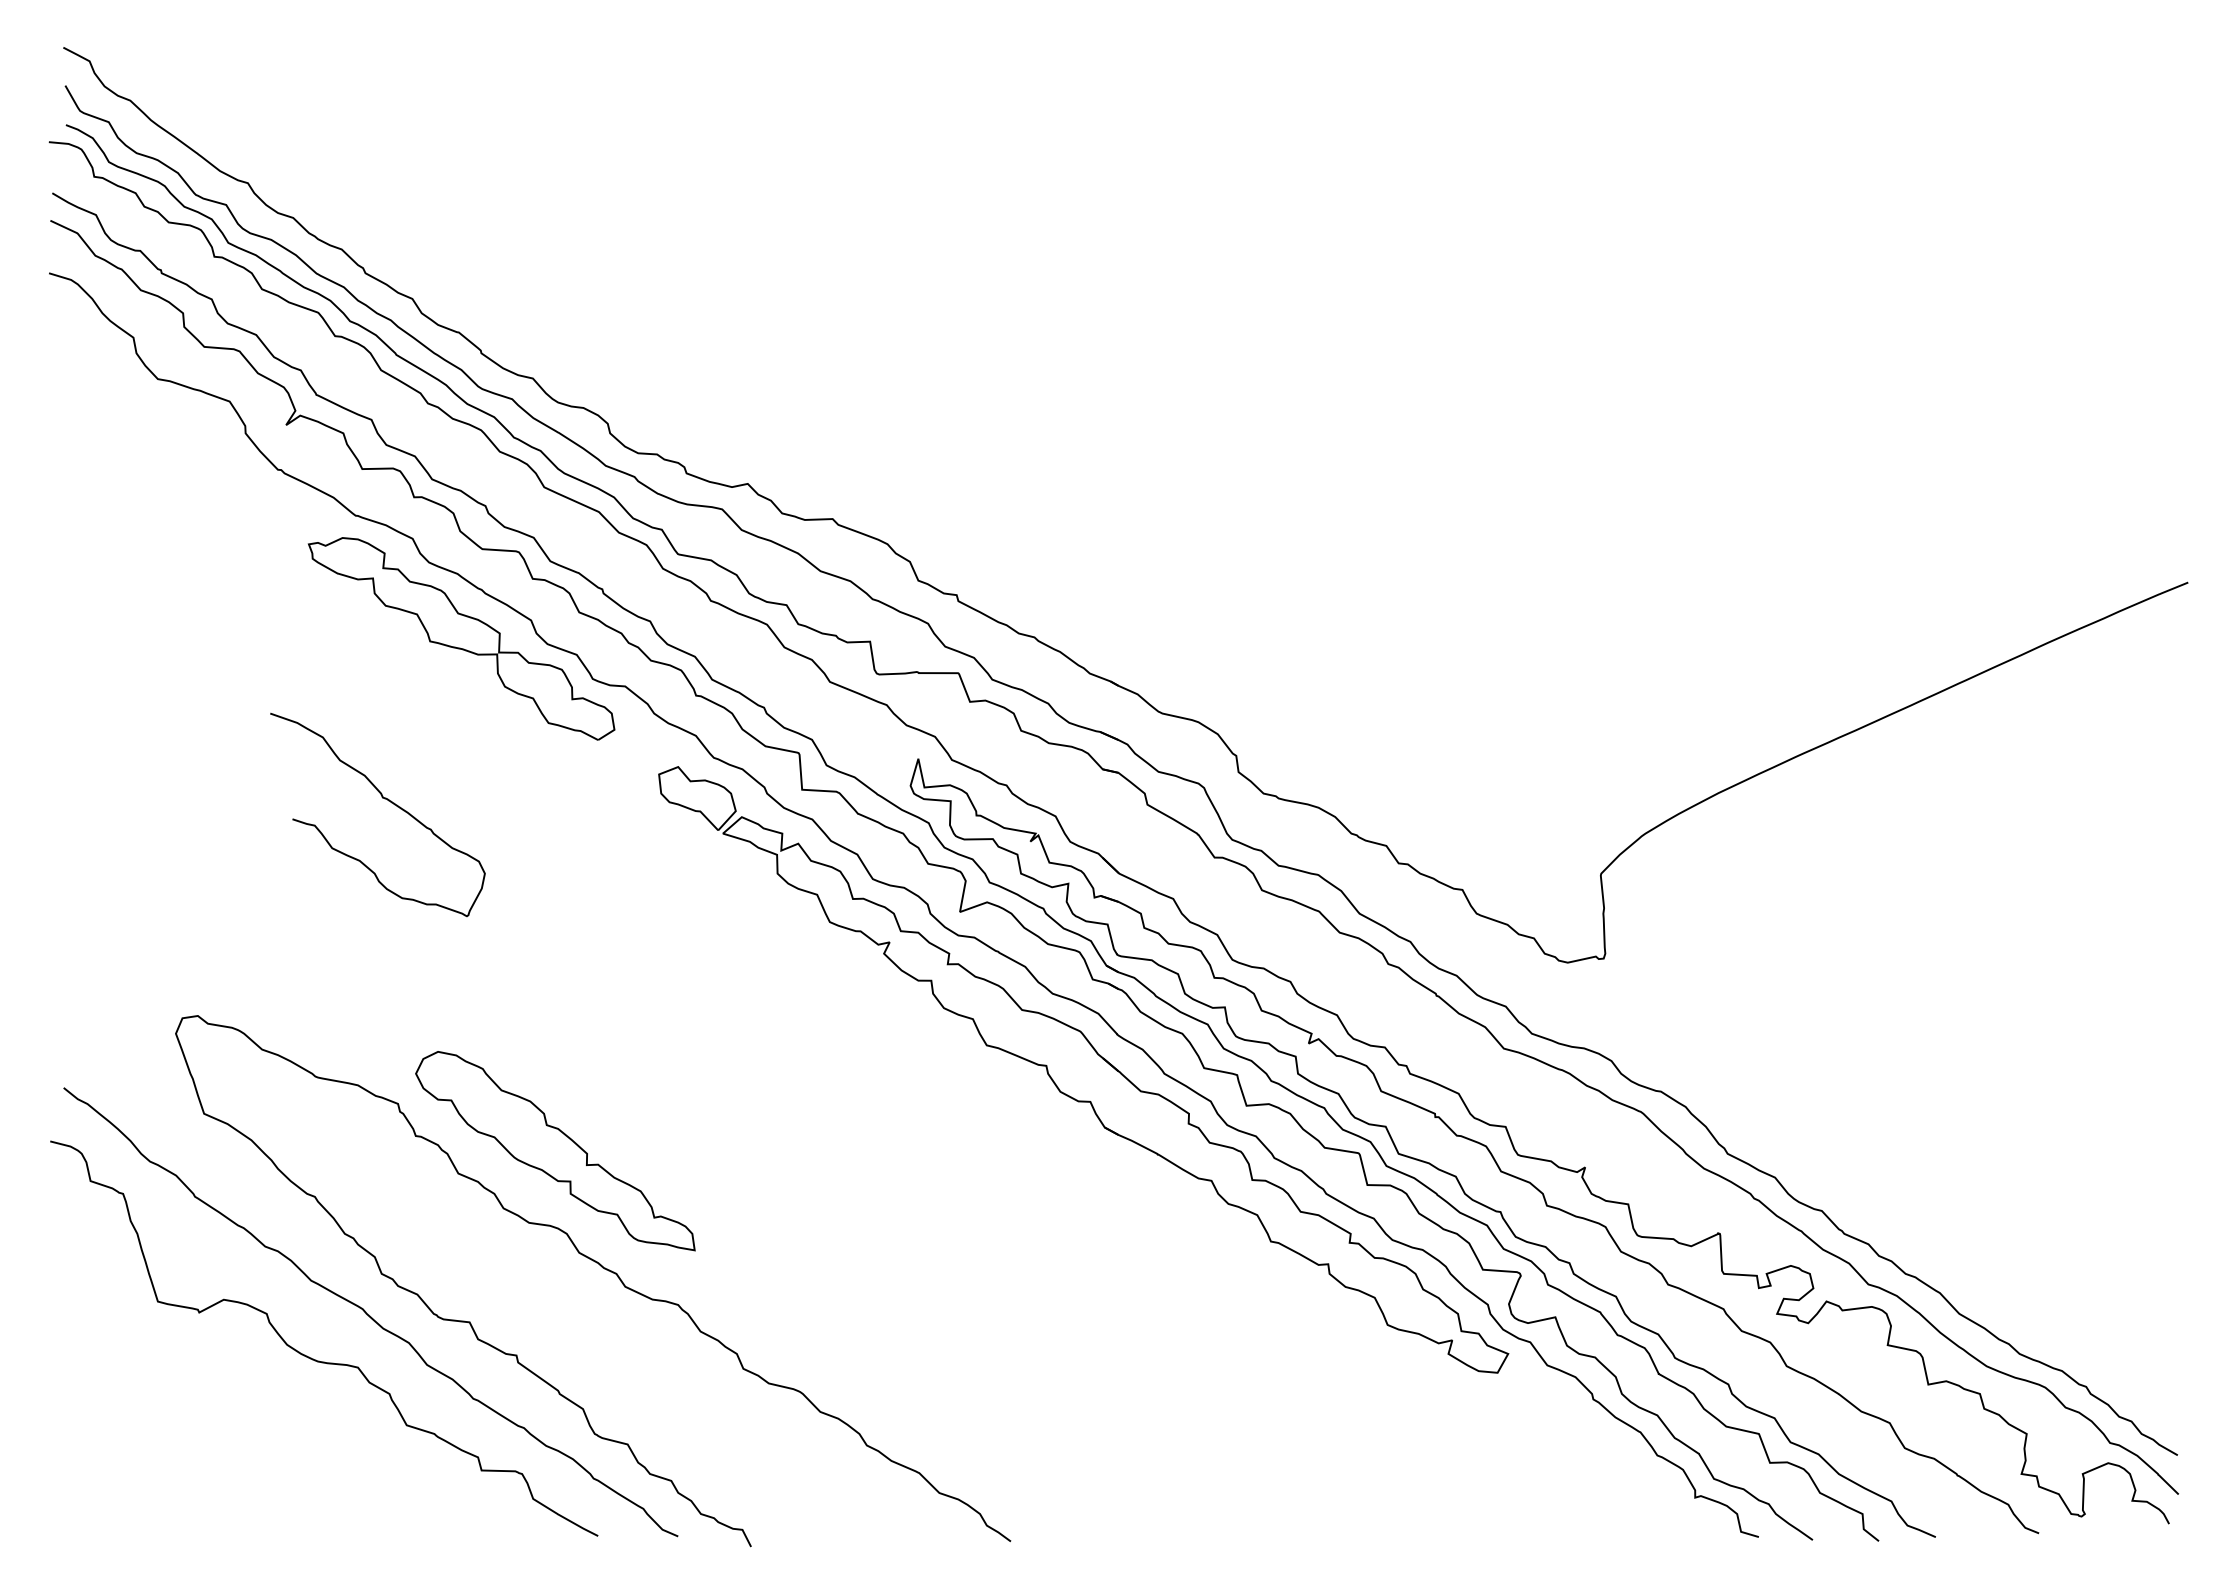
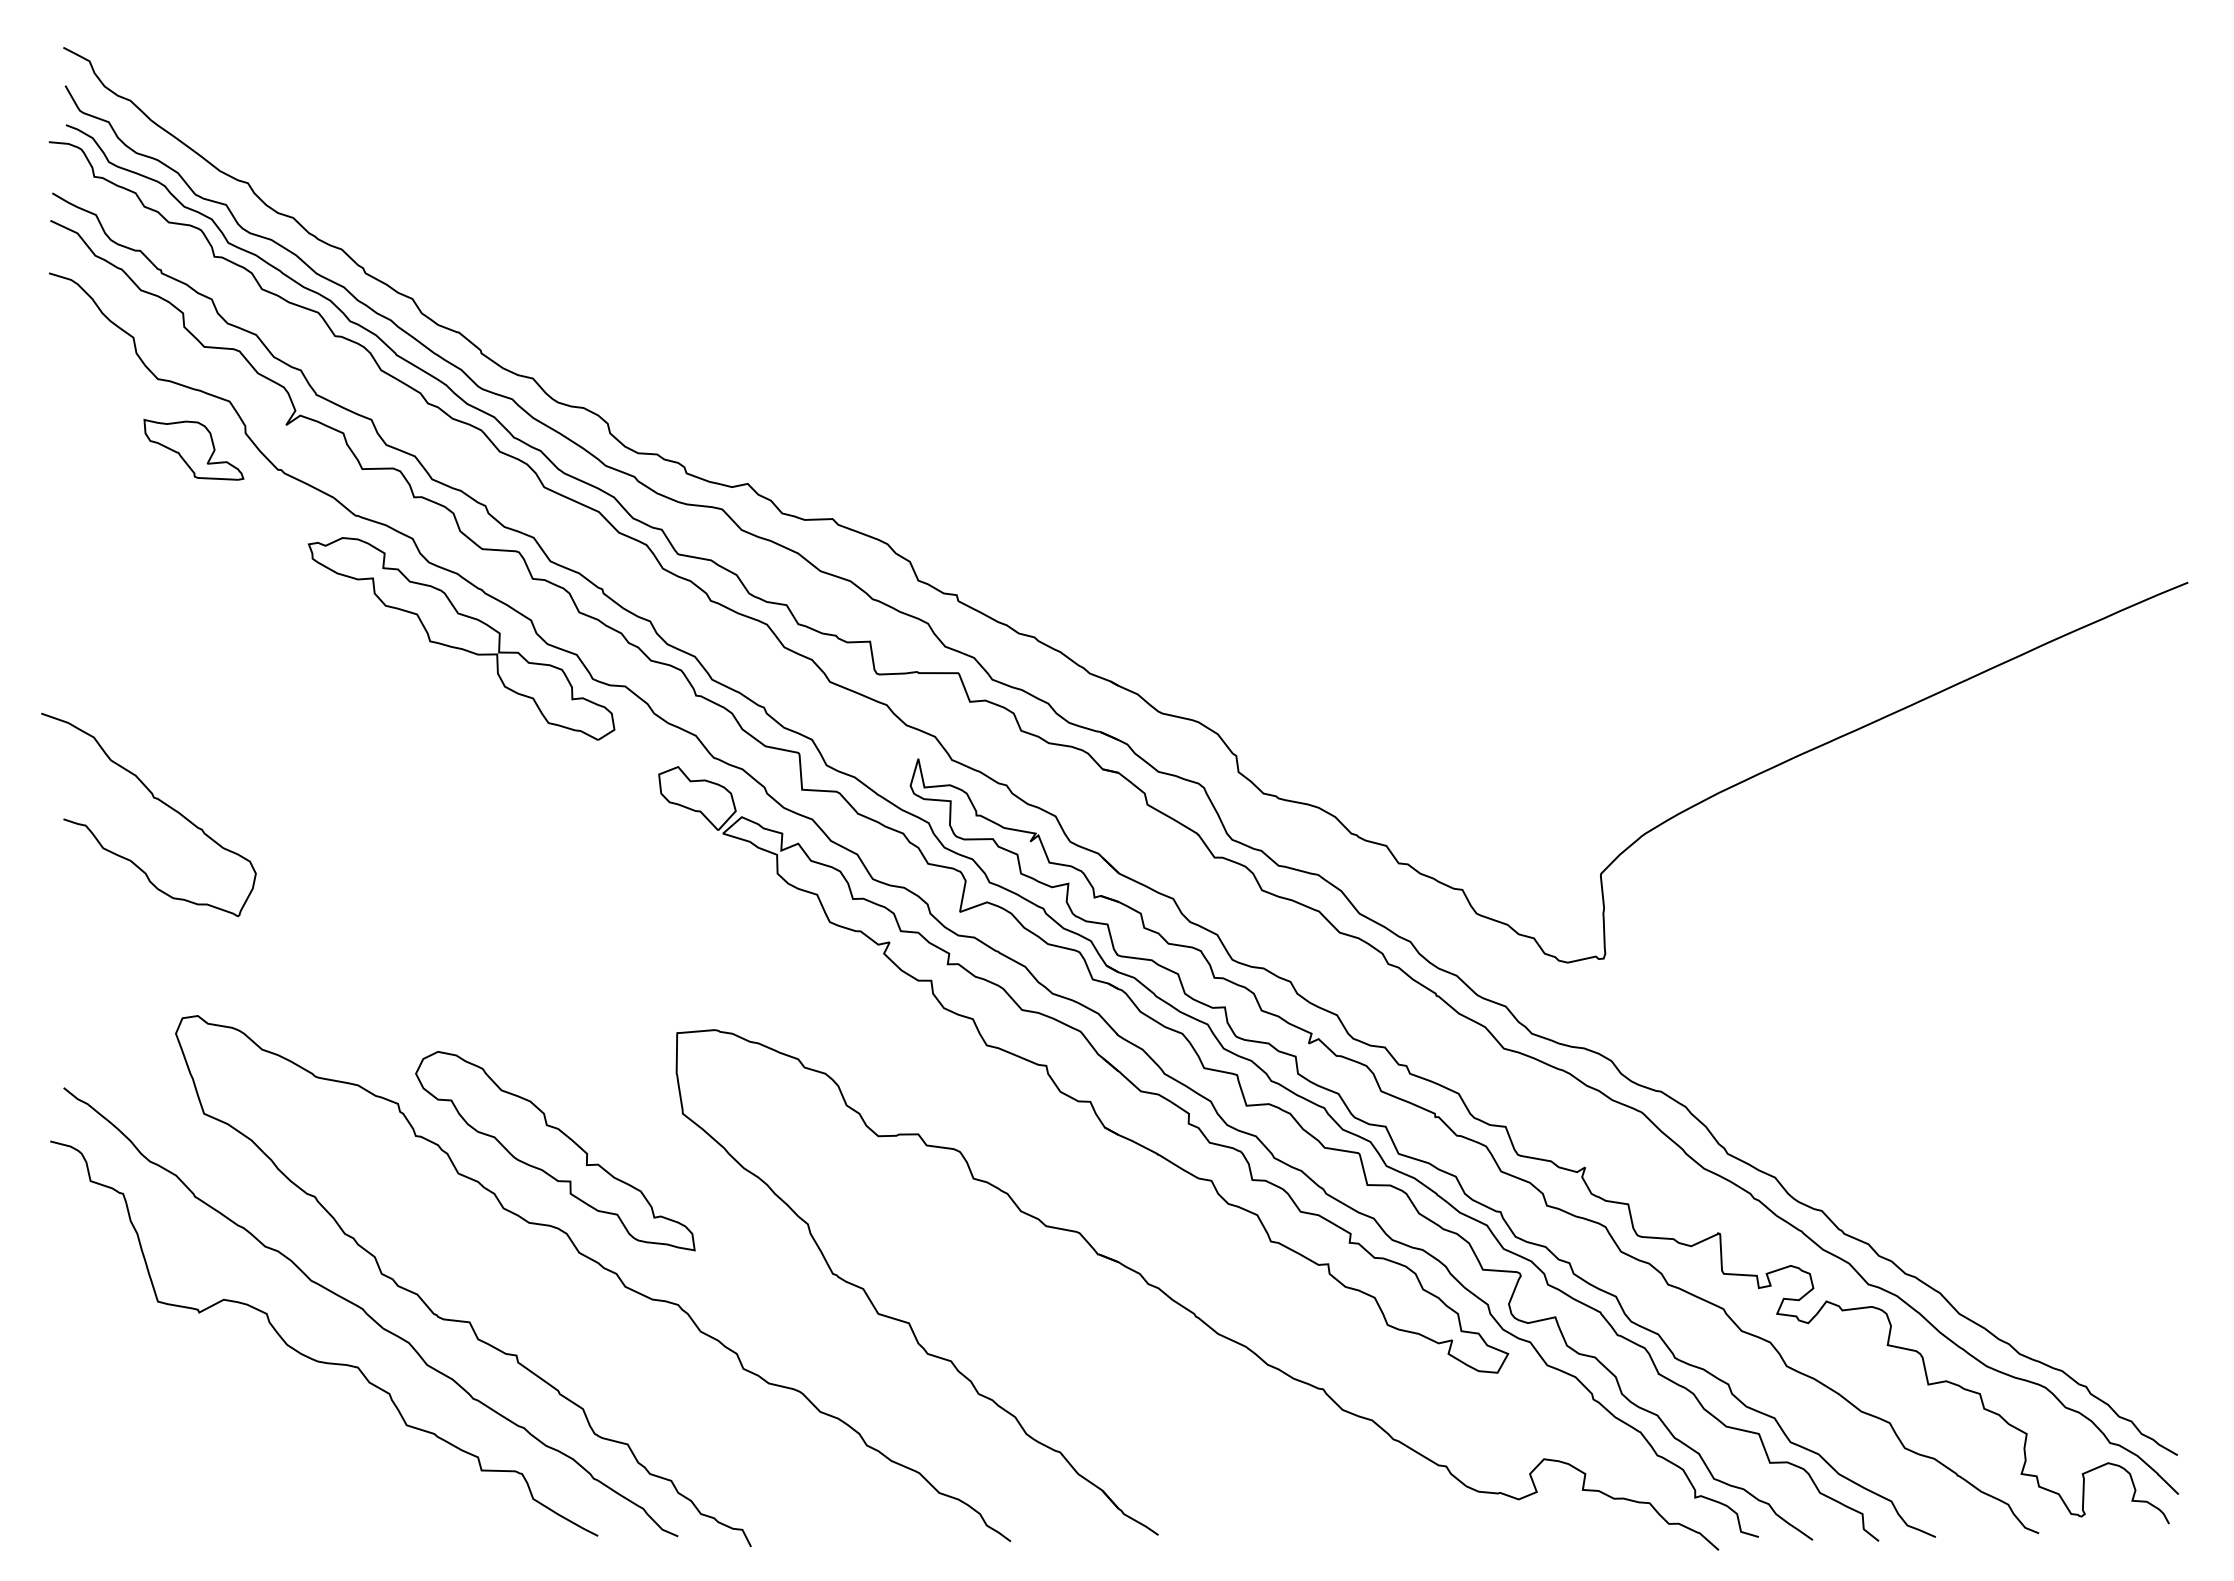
part at (193, 449): none -> present
curve at (384, 799) position: (384, 799) -> (155, 799)
part at (1186, 1307): none -> present
